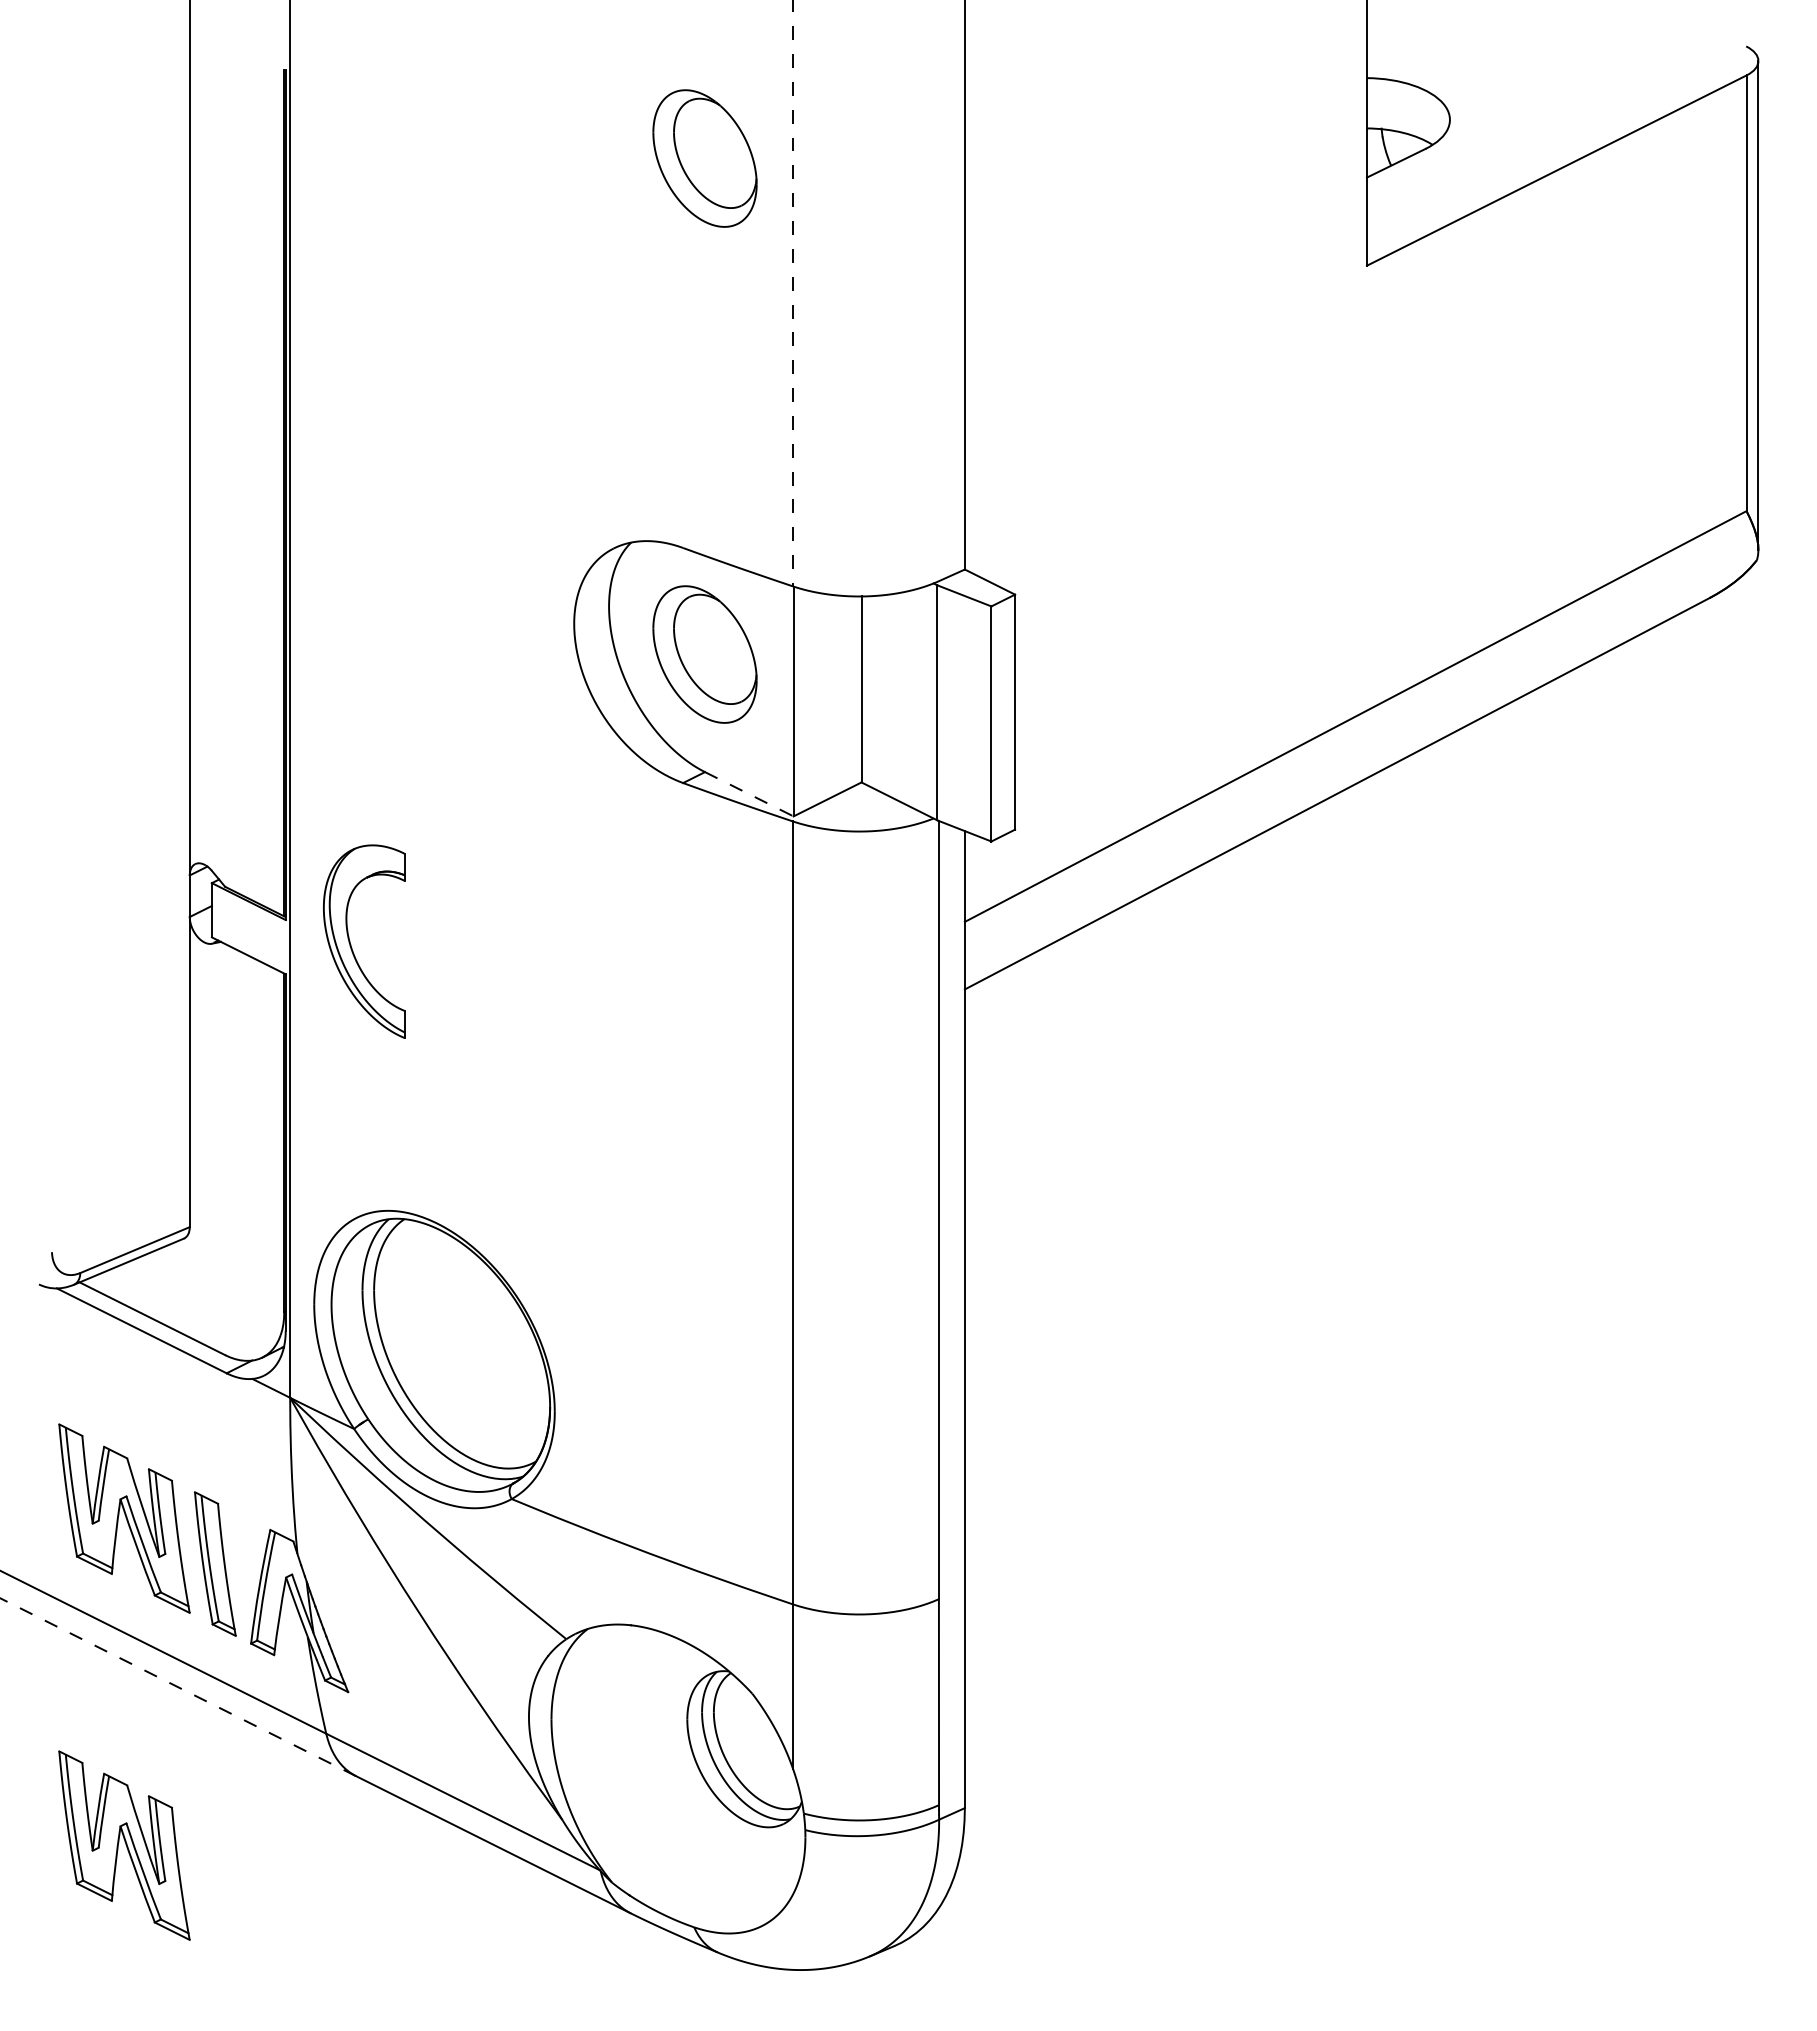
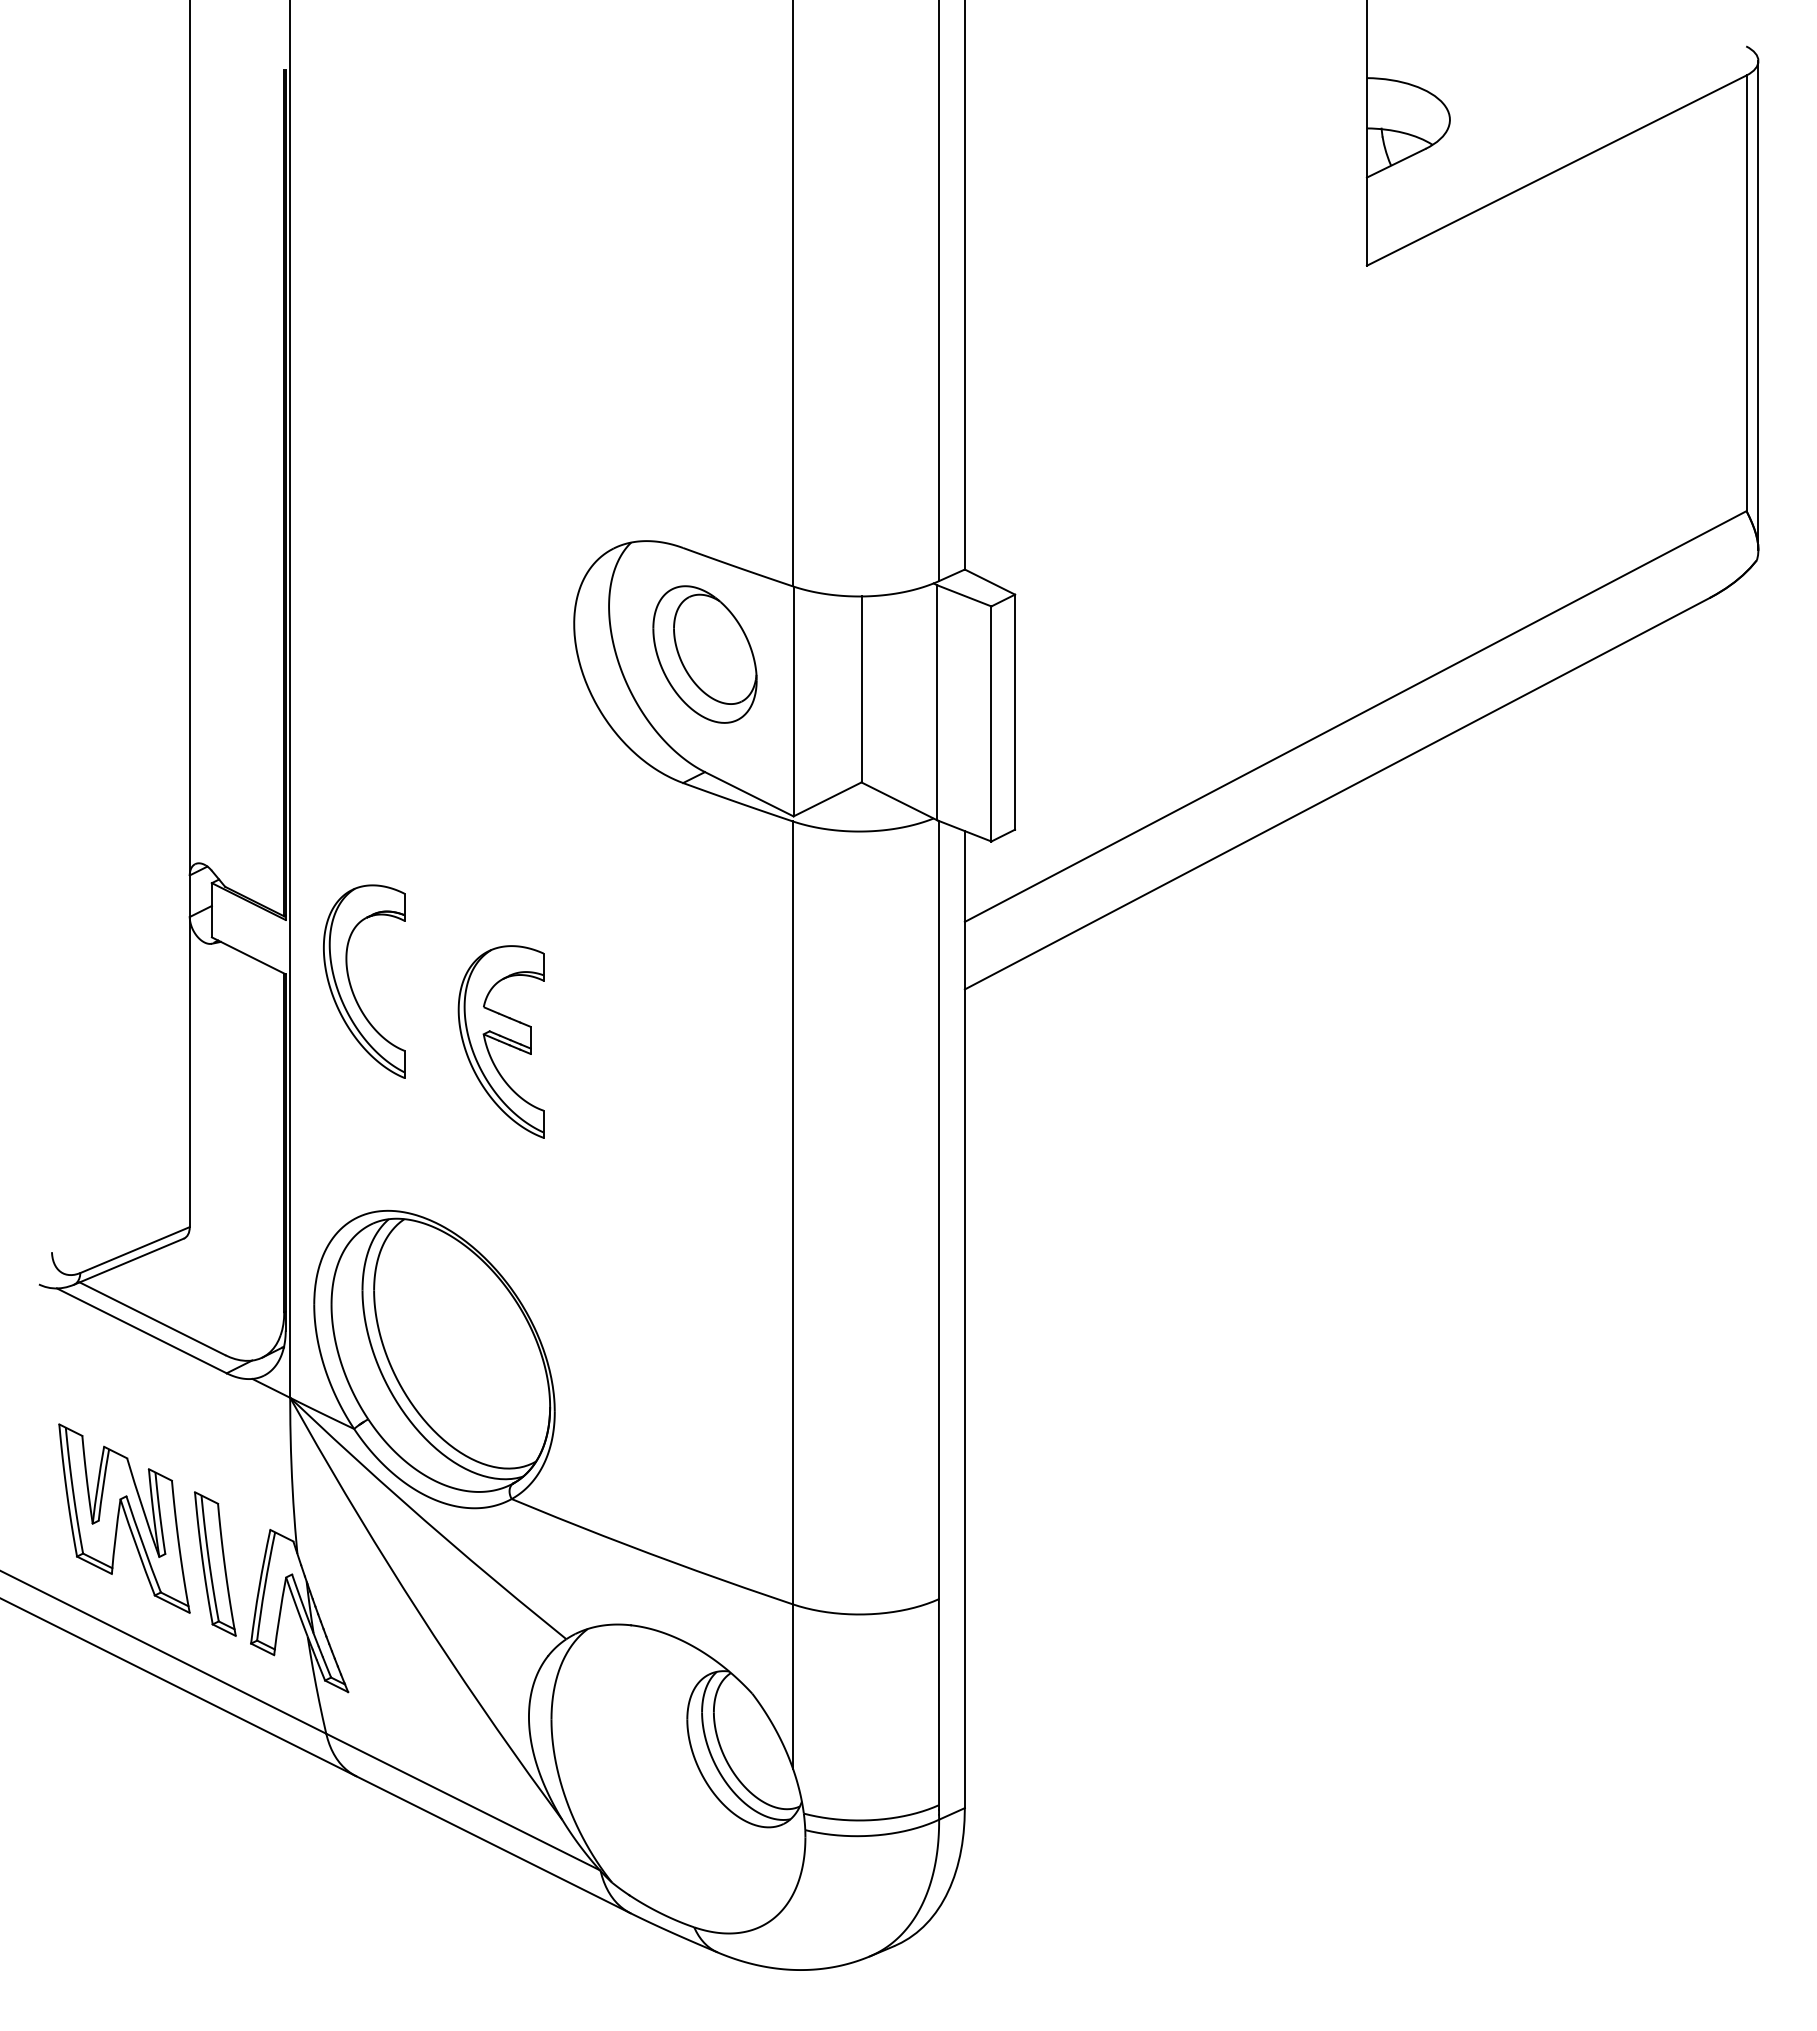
part at (704, 158): present -> none
line at (938, 291): none -> present
line at (793, 293): dashed -> solid
line at (749, 794): dashed -> solid
part at (351, 944) position: (351, 944) -> (351, 984)
part at (500, 1041): none -> present
line at (178, 1687): dashed -> solid
part at (124, 1845): present -> none
